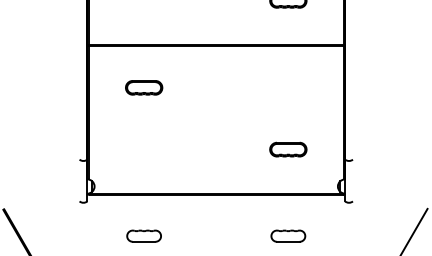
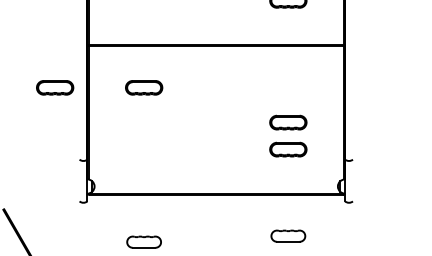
part at (55, 87): none -> present
part at (288, 122): none -> present
line at (414, 230): present -> none
part at (143, 235) position: (143, 235) -> (143, 241)
